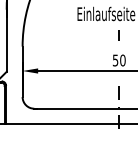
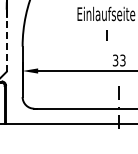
line at (118, 35) position: (118, 35) -> (106, 35)
line at (6, 40): solid -> dashed
text at (119, 60): 50 -> 33
